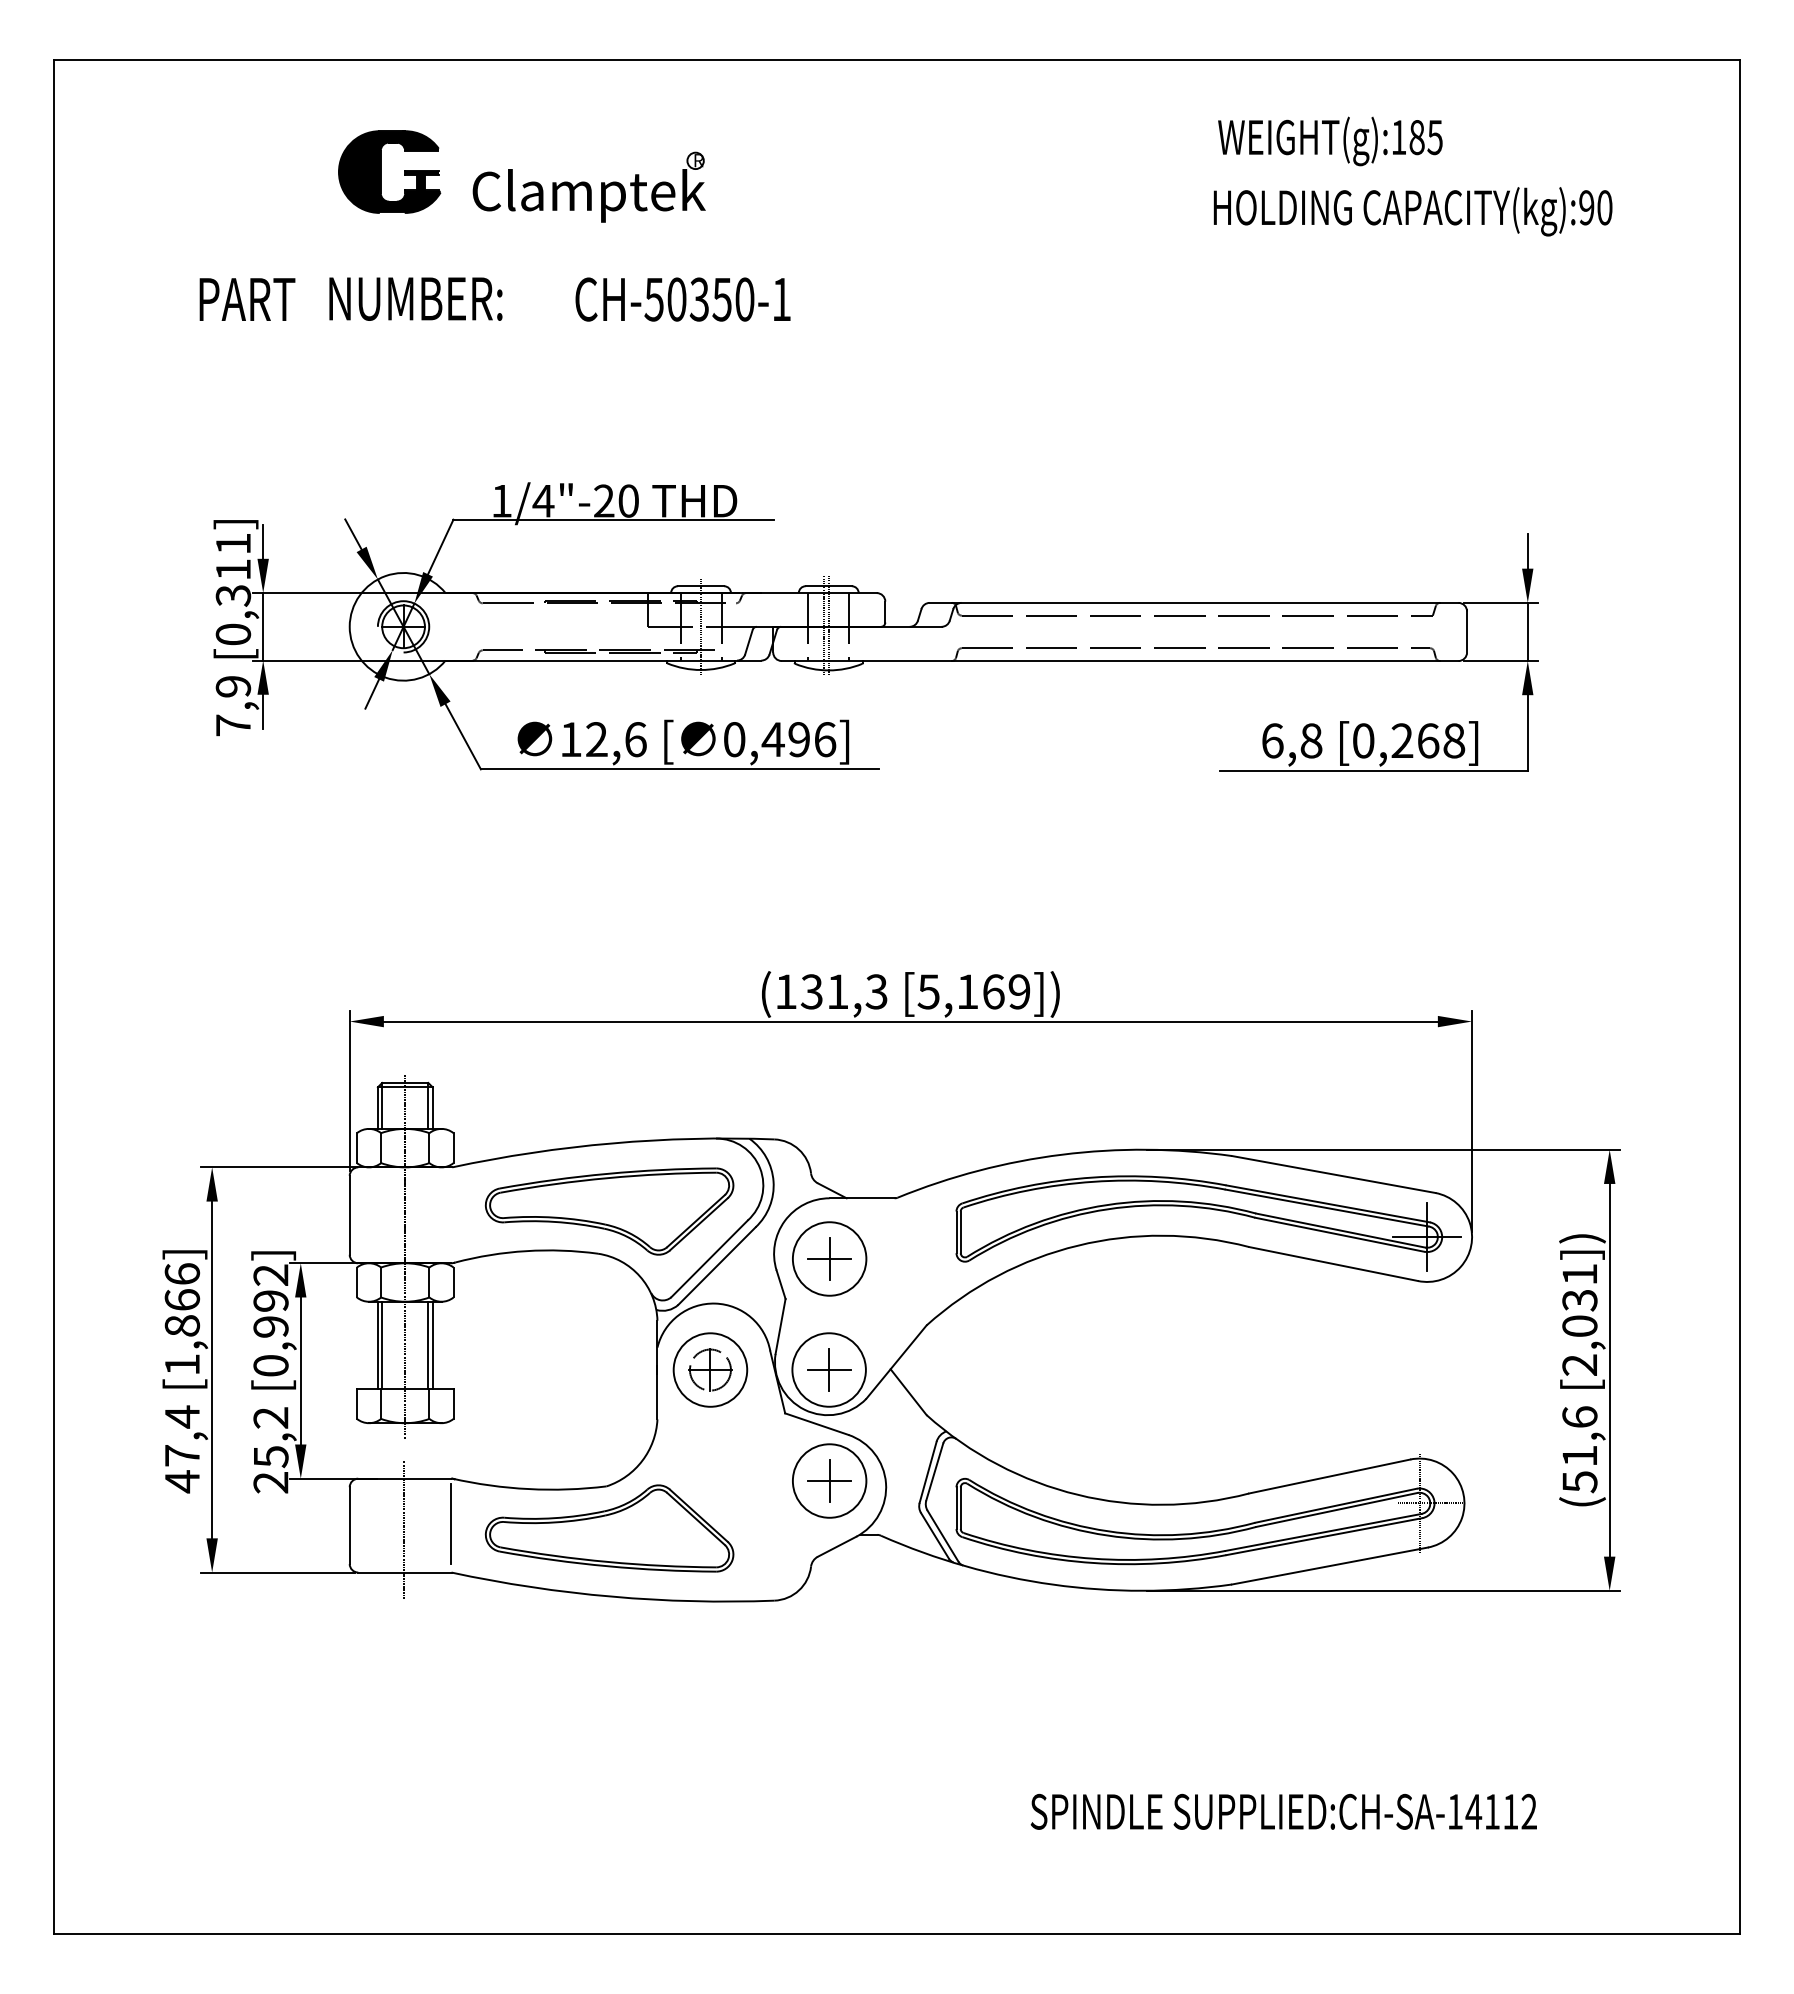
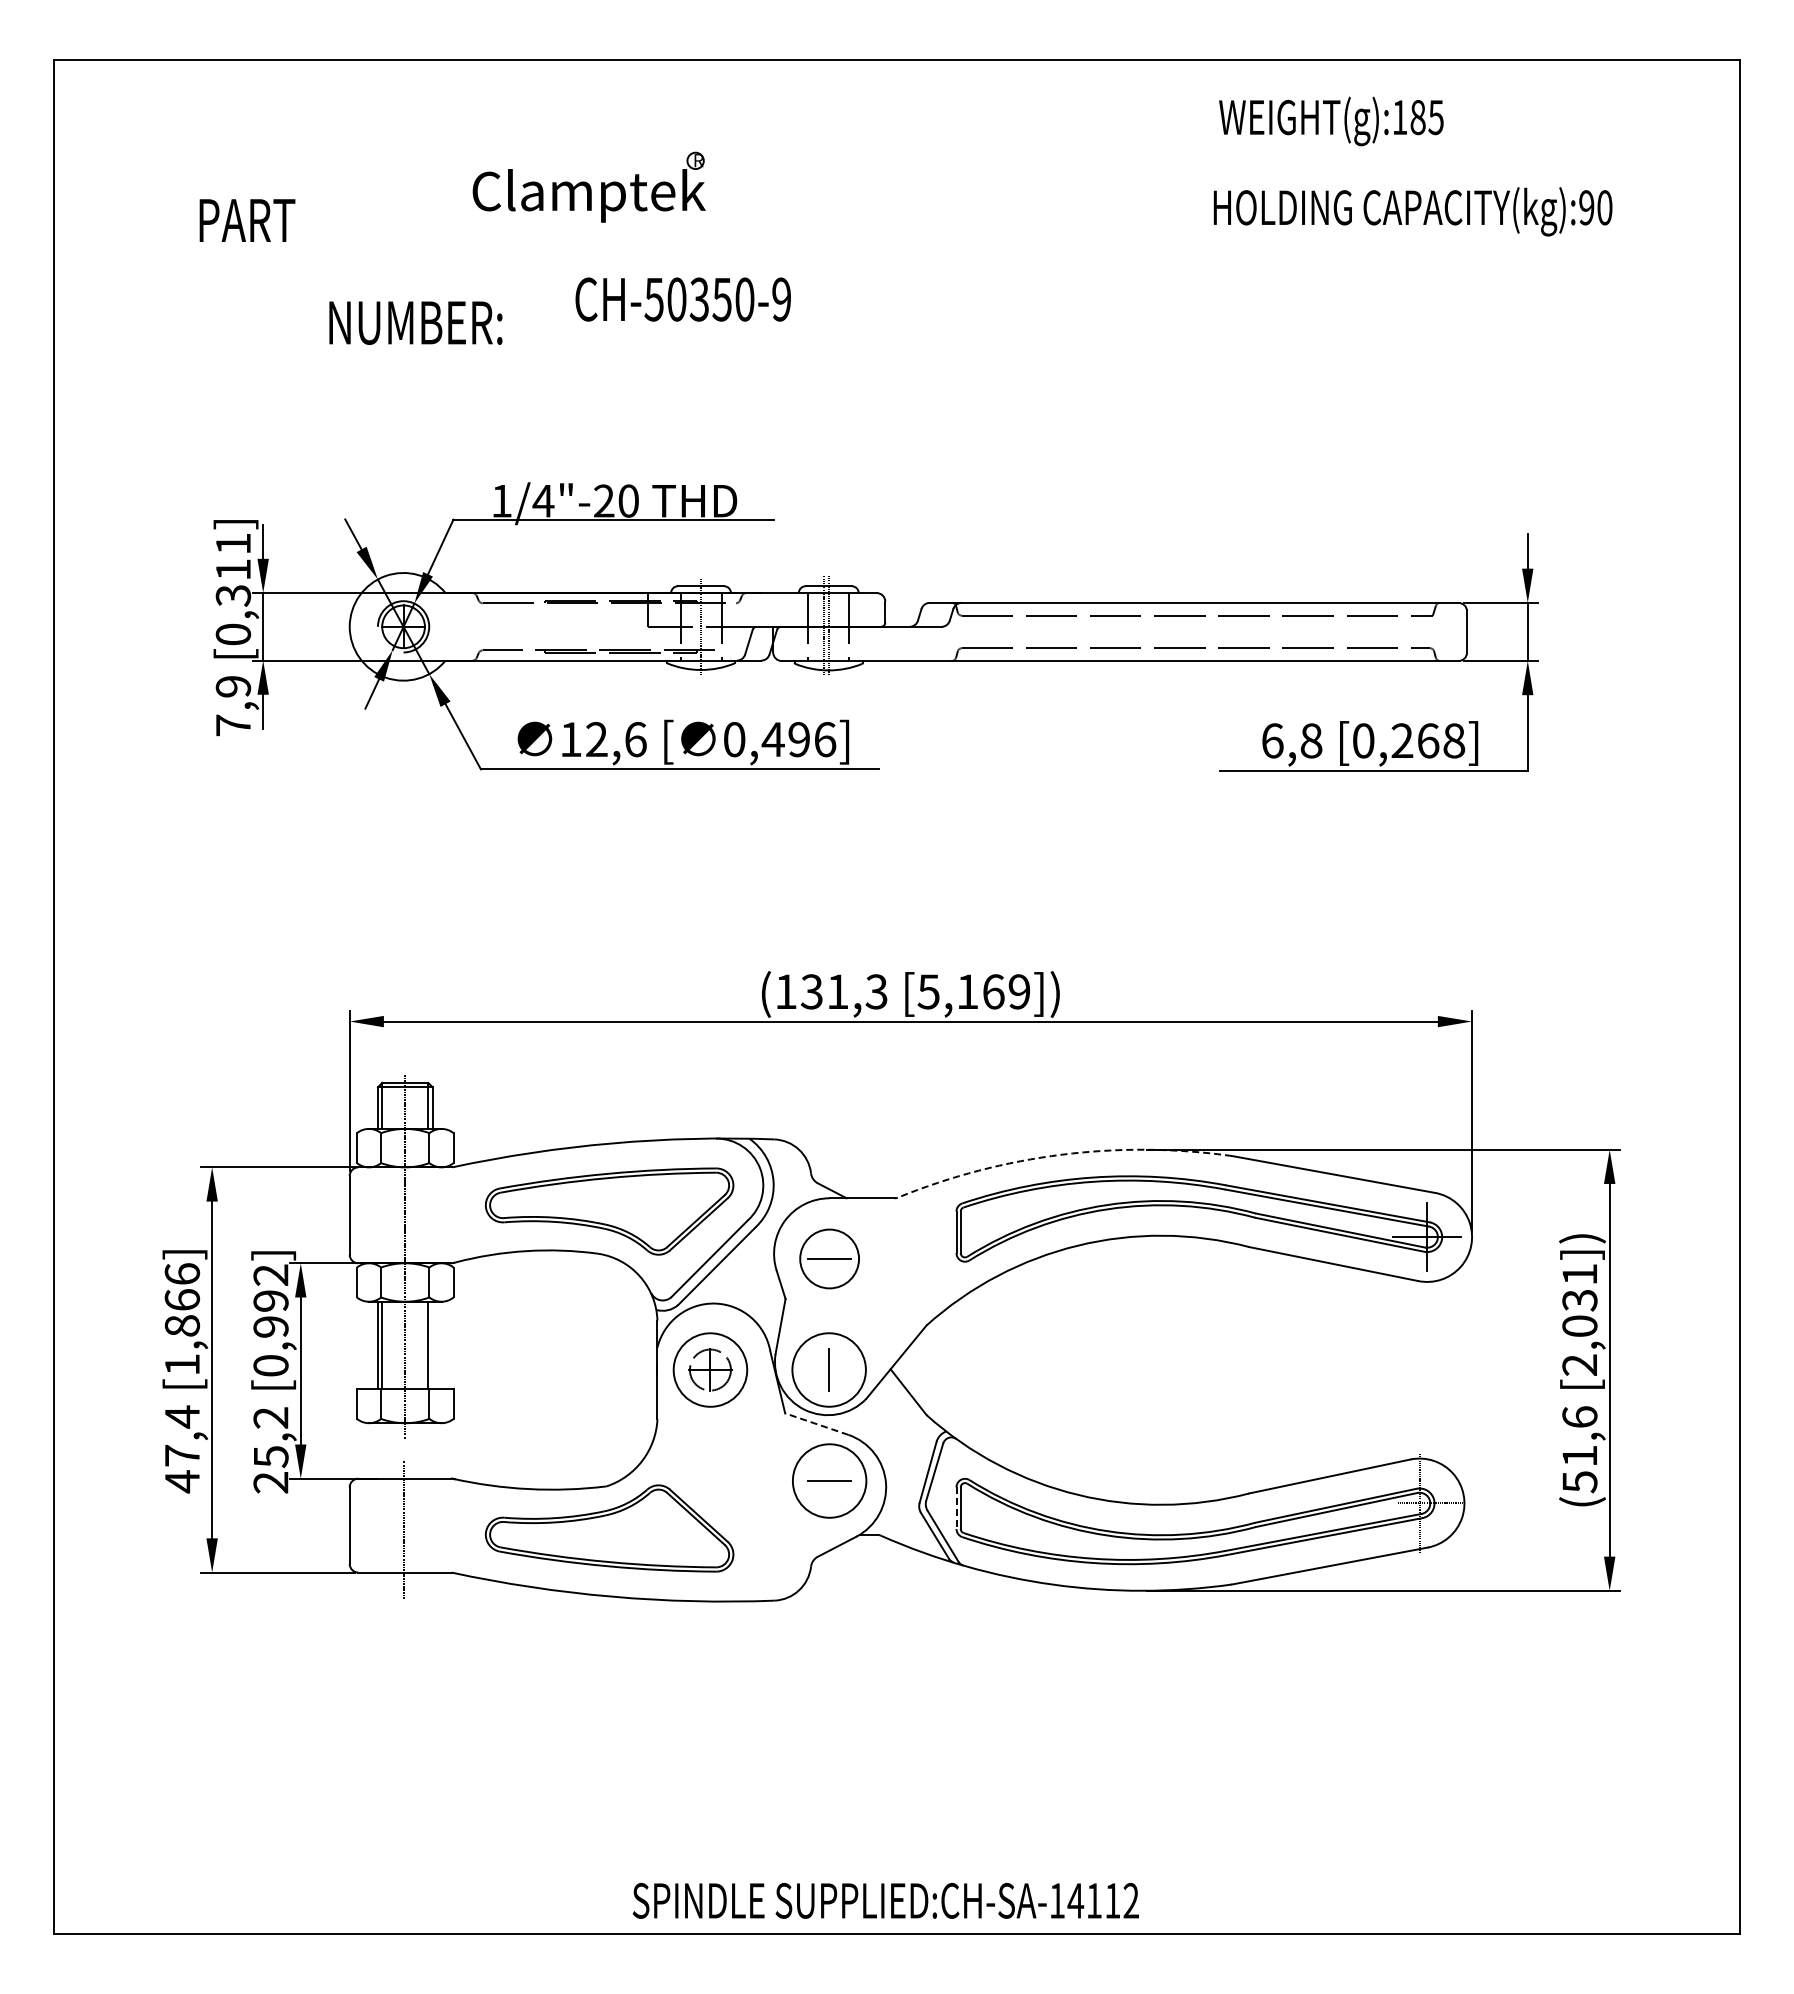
text at (1330, 141) position: (1330, 141) -> (1331, 121)
part at (381, 171): present -> none
text at (415, 298) position: (415, 298) -> (415, 322)
text at (247, 299) position: (247, 299) -> (247, 220)
text at (781, 299): CH-50350-1 -> CH-50350-9
arc at (1062, 1154): solid -> dashed
circle at (829, 1258) diameter: 74 px -> 59 px
line at (829, 1258): present -> none
line at (432, 1345): present -> none
line at (828, 1370): present -> none
line at (816, 1423): solid -> dashed
line at (829, 1480): present -> none
line at (956, 1508): solid -> dashed
line at (450, 1523): present -> none
text at (1283, 1811) position: (1283, 1811) -> (885, 1900)
